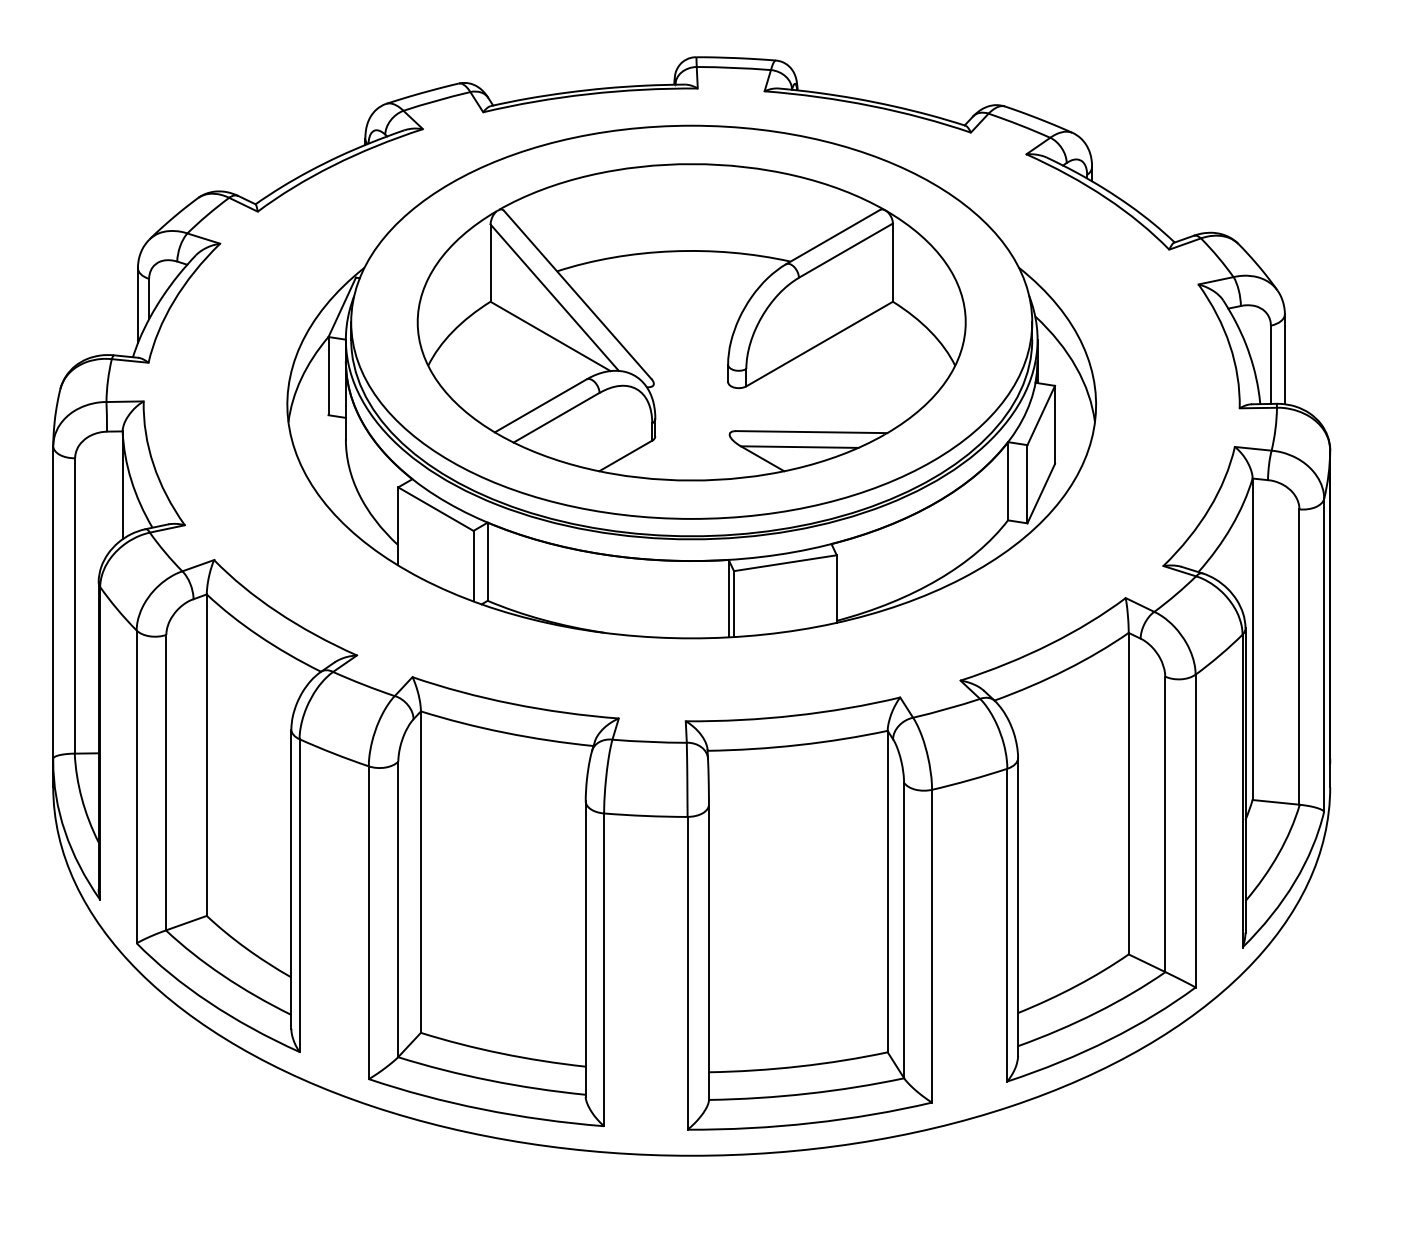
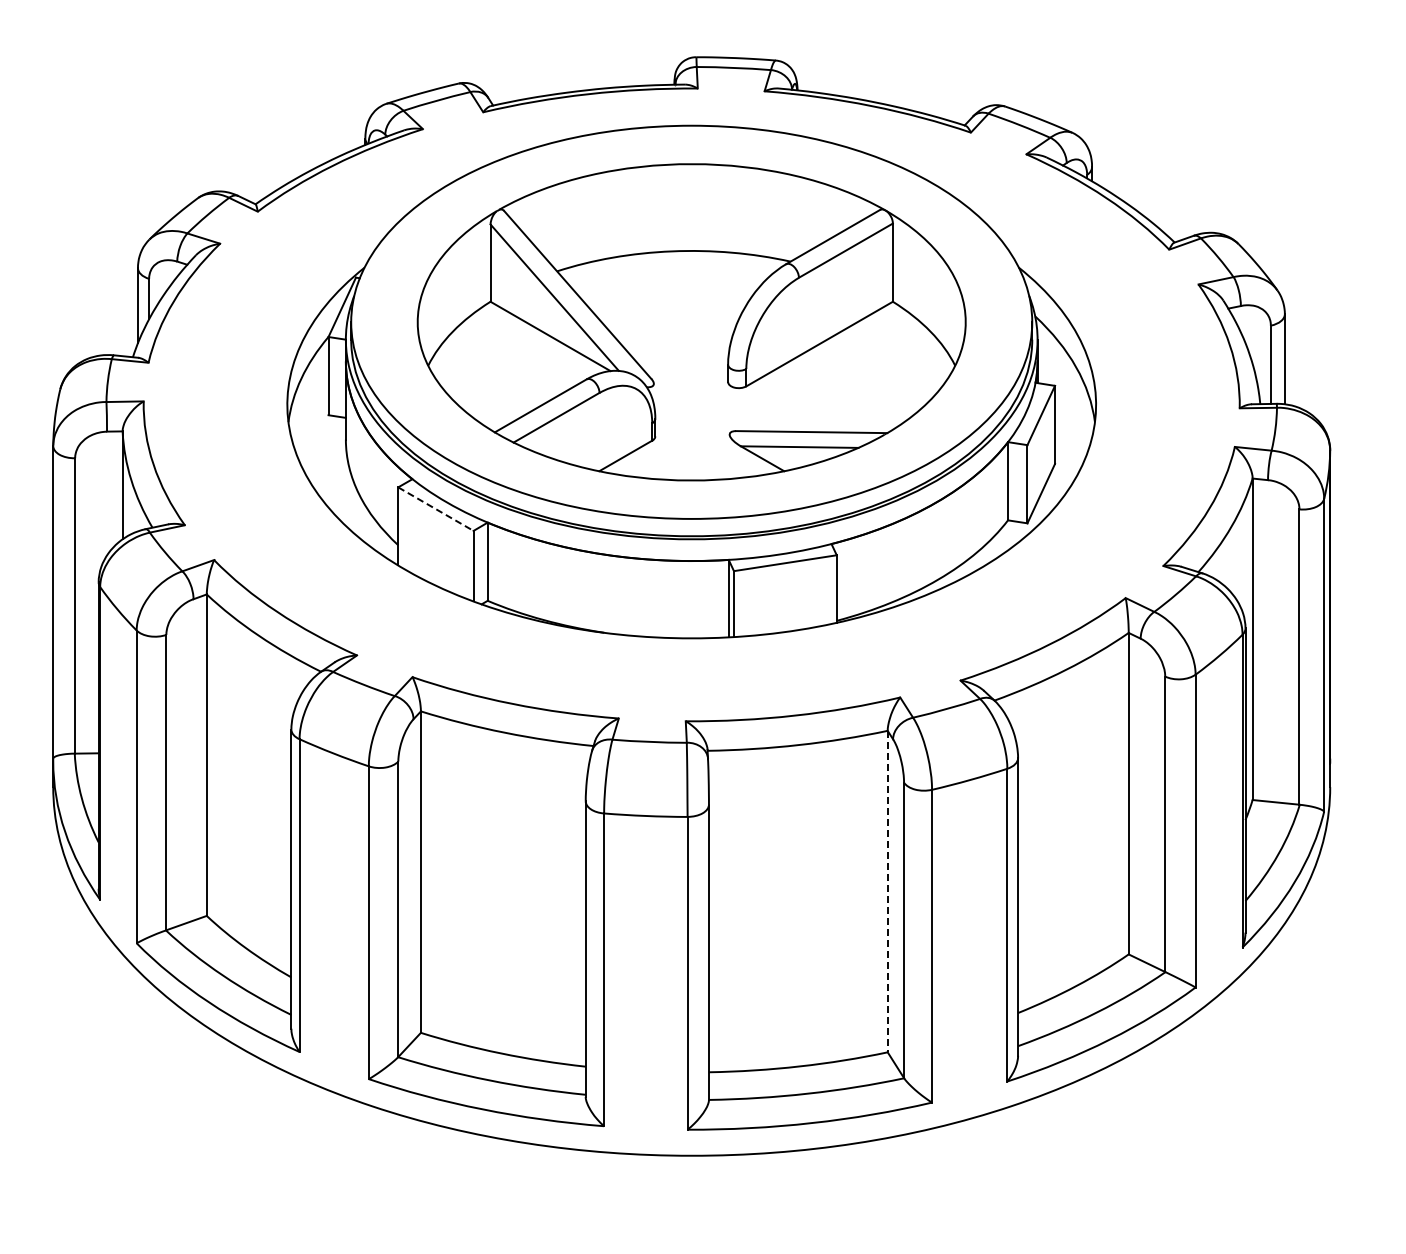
line at (435, 509): solid -> dashed
line at (887, 891): solid -> dashed
